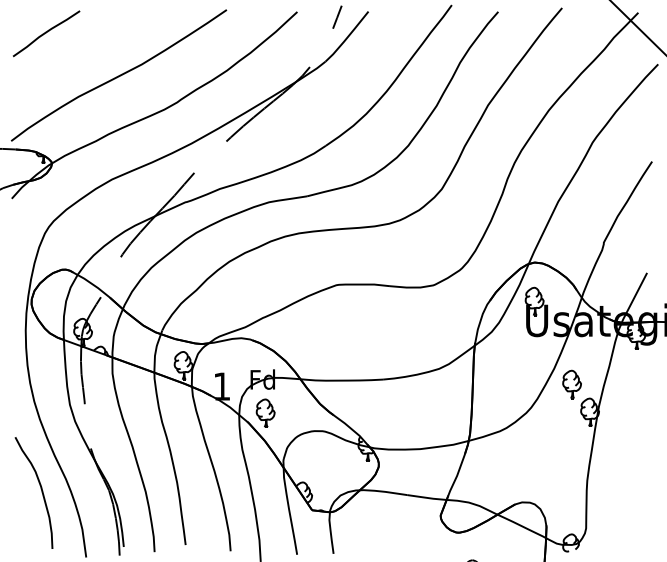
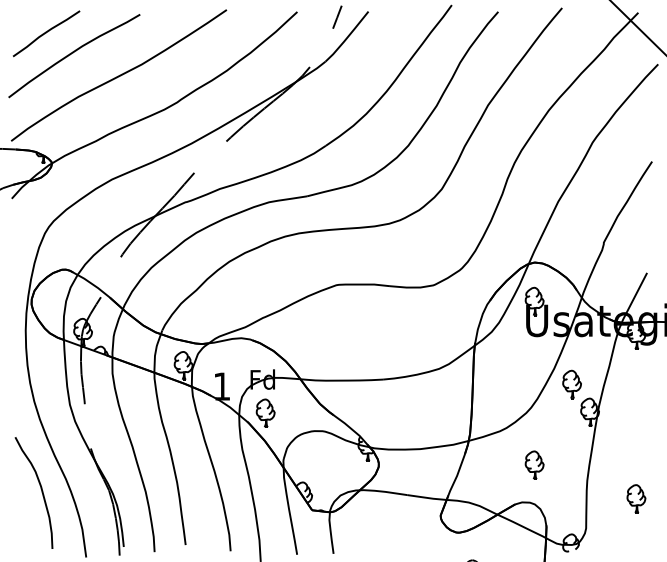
curve at (73, 53): none -> present
part at (534, 464): none -> present
part at (636, 498): none -> present
